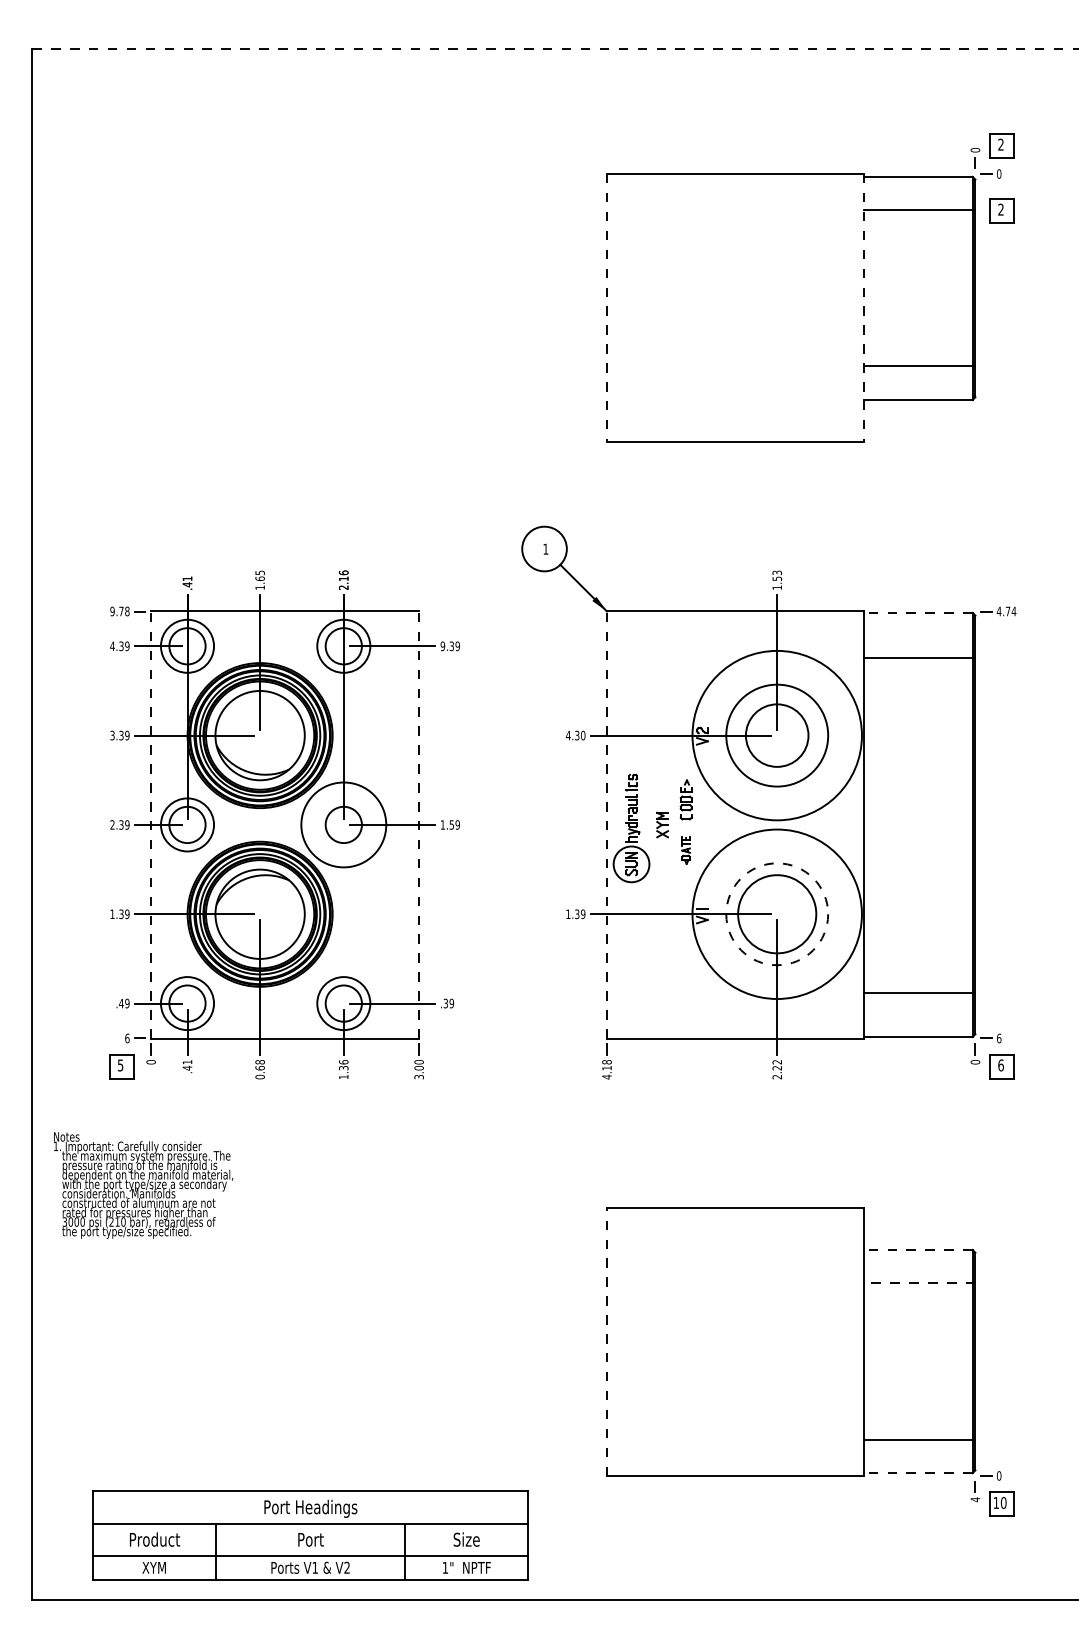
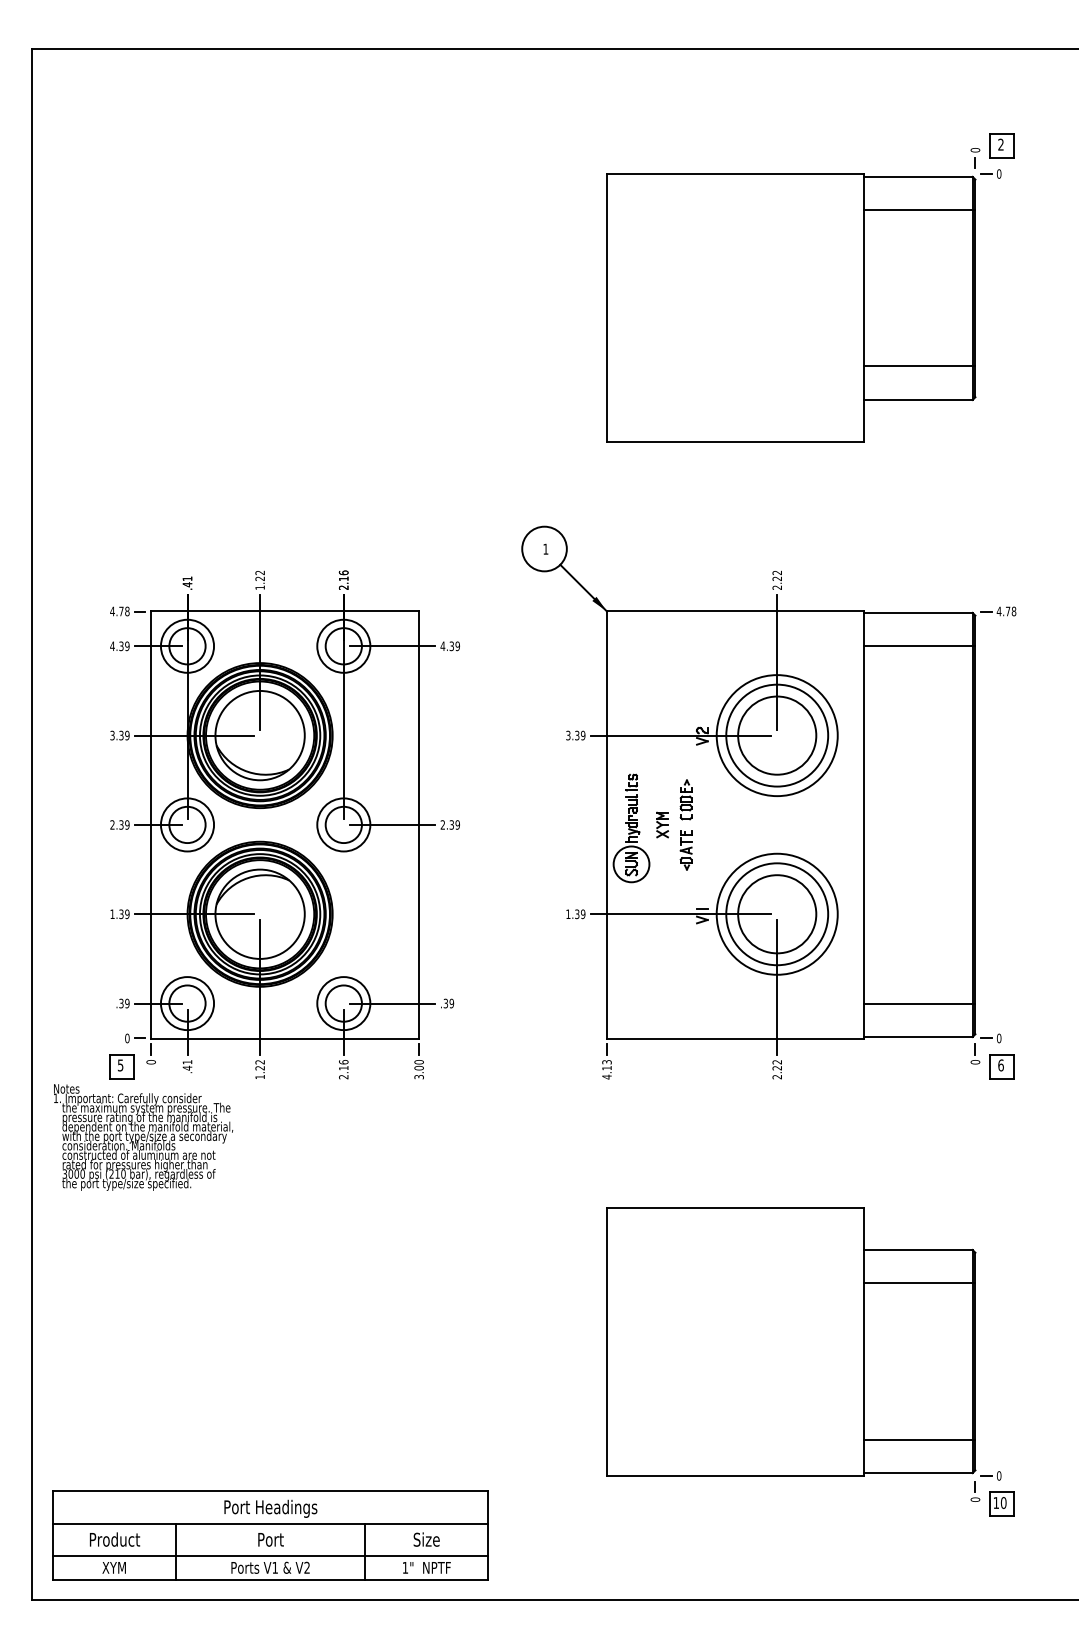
line at (555, 49): dashed -> solid
part at (1001, 210): present -> none
line at (606, 307): dashed -> solid
line at (863, 307): dashed -> solid
text at (259, 575): 1.65 -> 1.22
text at (777, 579): 1.53 -> 2.22
text at (112, 611): 9.78 -> 4.78
text at (1013, 611): 4.74 -> 4.78
line at (917, 612): dashed -> solid
text at (442, 646): 9.39 -> 4.39
line at (919, 658) position: (919, 658) -> (919, 646)
text at (575, 735): 4.30 -> 3.39
circle at (776, 735) diameter: 169 px -> 121 px
circle at (776, 735) diameter: 63 px -> 78 px
circle at (343, 824) diameter: 85 px -> 53 px
text at (446, 824): 1.59 -> 2.39
line at (151, 825): dashed -> solid
line at (419, 825): dashed -> solid
line at (606, 825): dashed -> solid
part at (685, 850) size: 10x29 px -> 14x41 px
circle at (776, 914) diameter: 169 px -> 121 px
circle at (777, 914): dashed -> solid
line at (919, 992) position: (919, 992) -> (919, 1003)
text at (121, 1003): .49 -> .39
text at (127, 1037): 6 -> 0
text at (999, 1037): 6 -> 0
text at (606, 1062): 4.18 -> 4.13
text at (259, 1069): 0.68 -> 1.22
text at (343, 1072): 1.36 -> 2.16
text at (143, 1185) position: (143, 1185) -> (143, 1137)
line at (917, 1250): dashed -> solid
line at (919, 1283): dashed -> solid
line at (606, 1342): dashed -> solid
line at (917, 1473): dashed -> solid
text at (975, 1499): 4 -> 0
part at (310, 1535) position: (310, 1535) -> (270, 1535)
